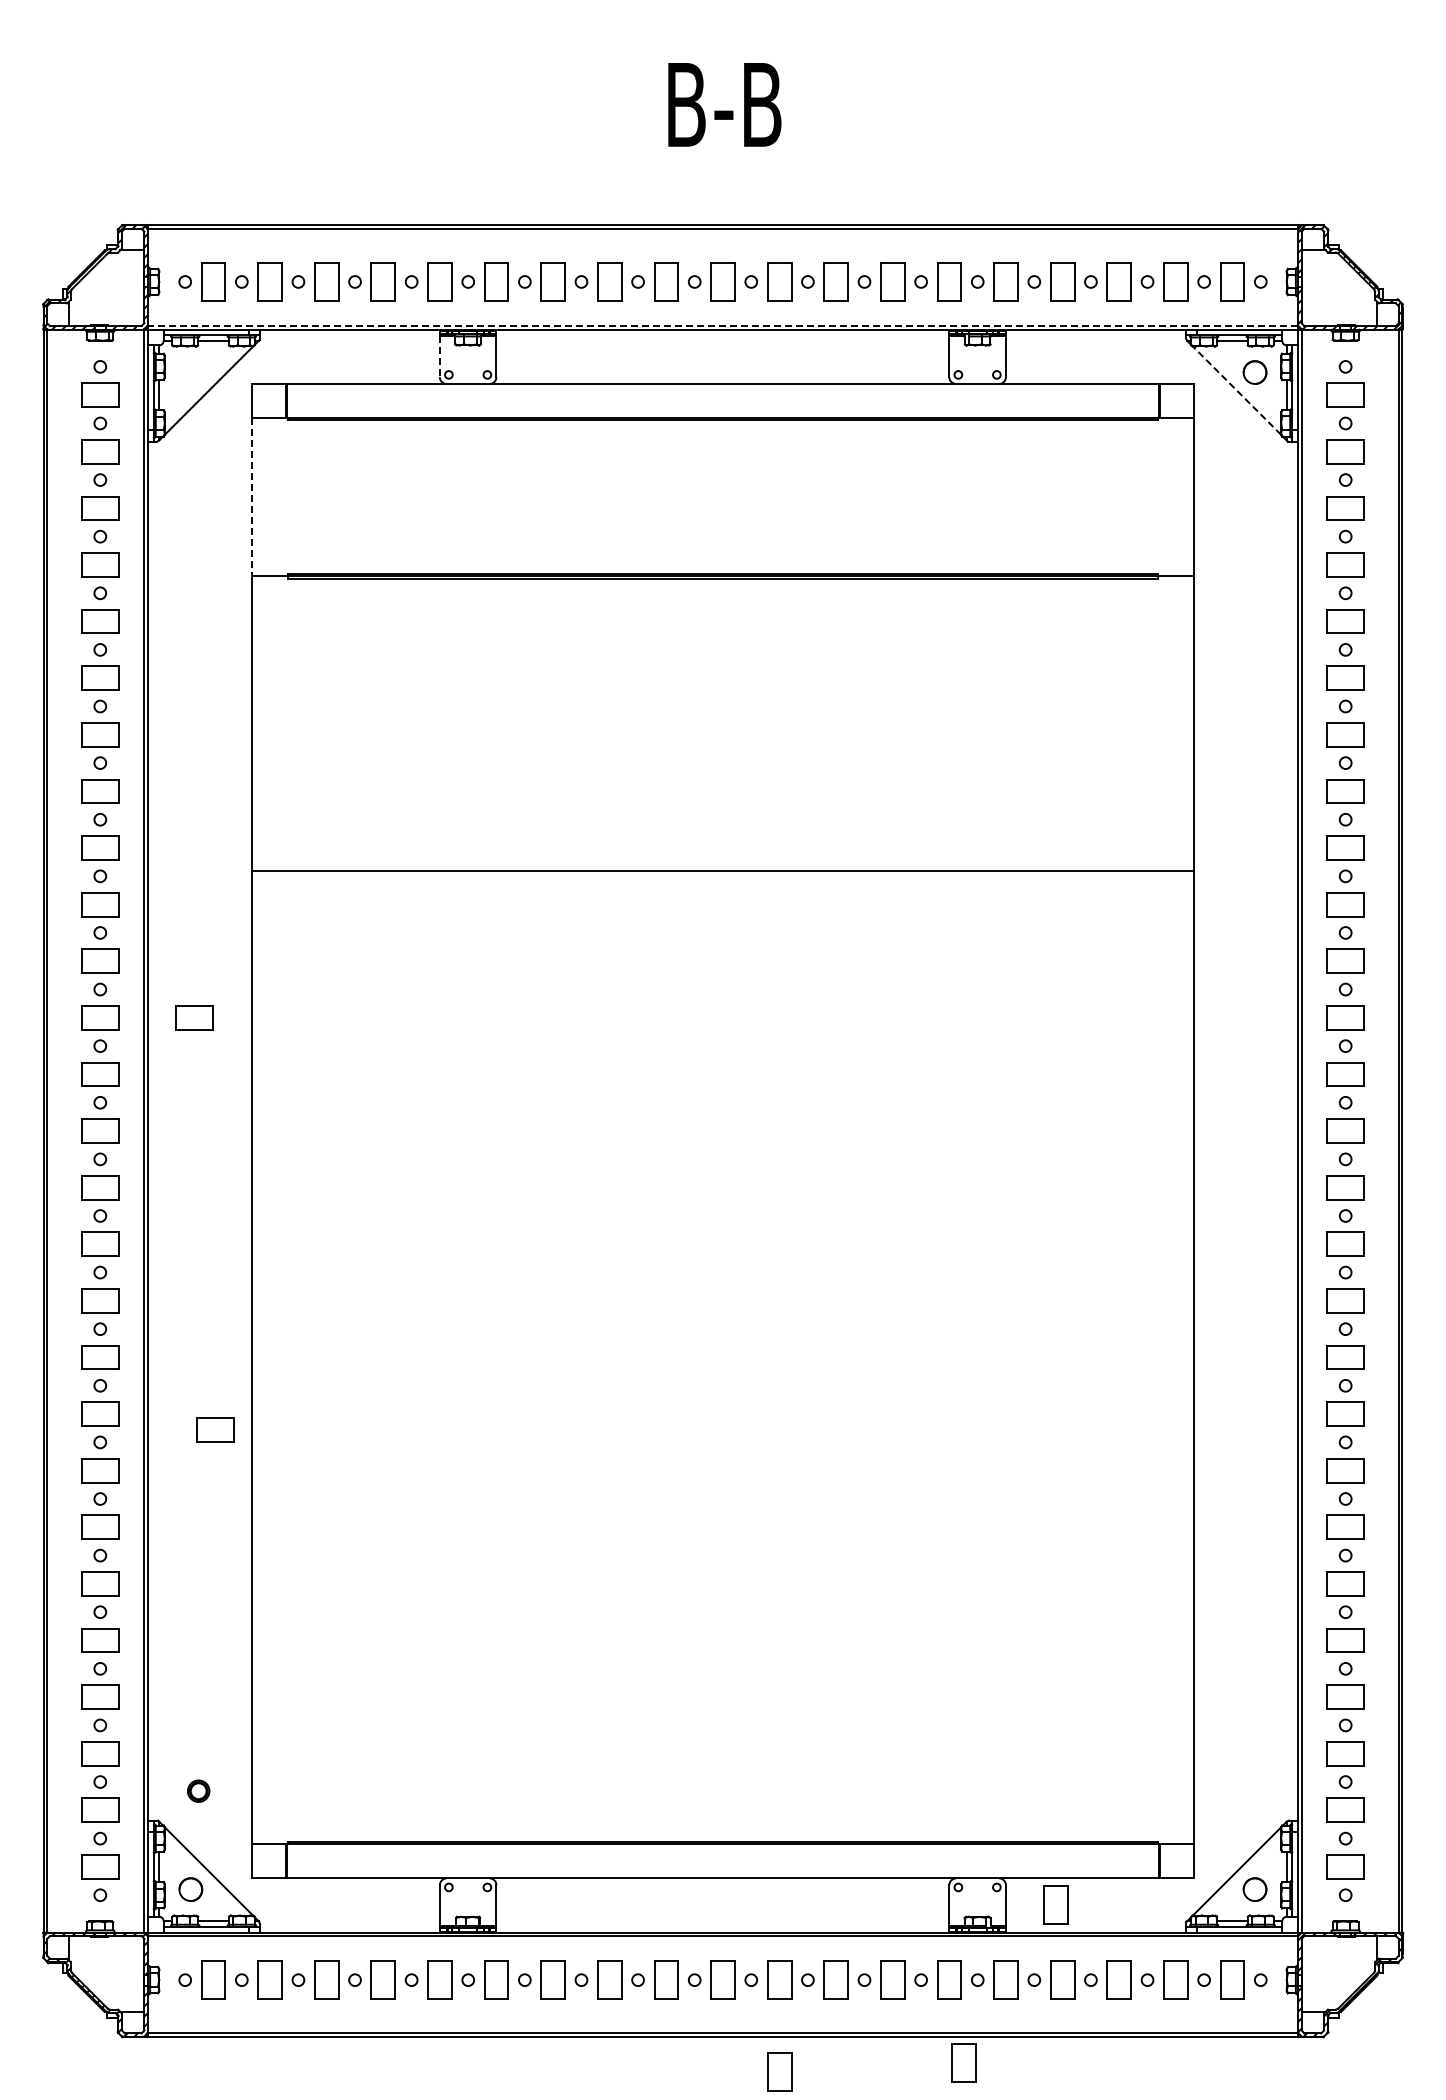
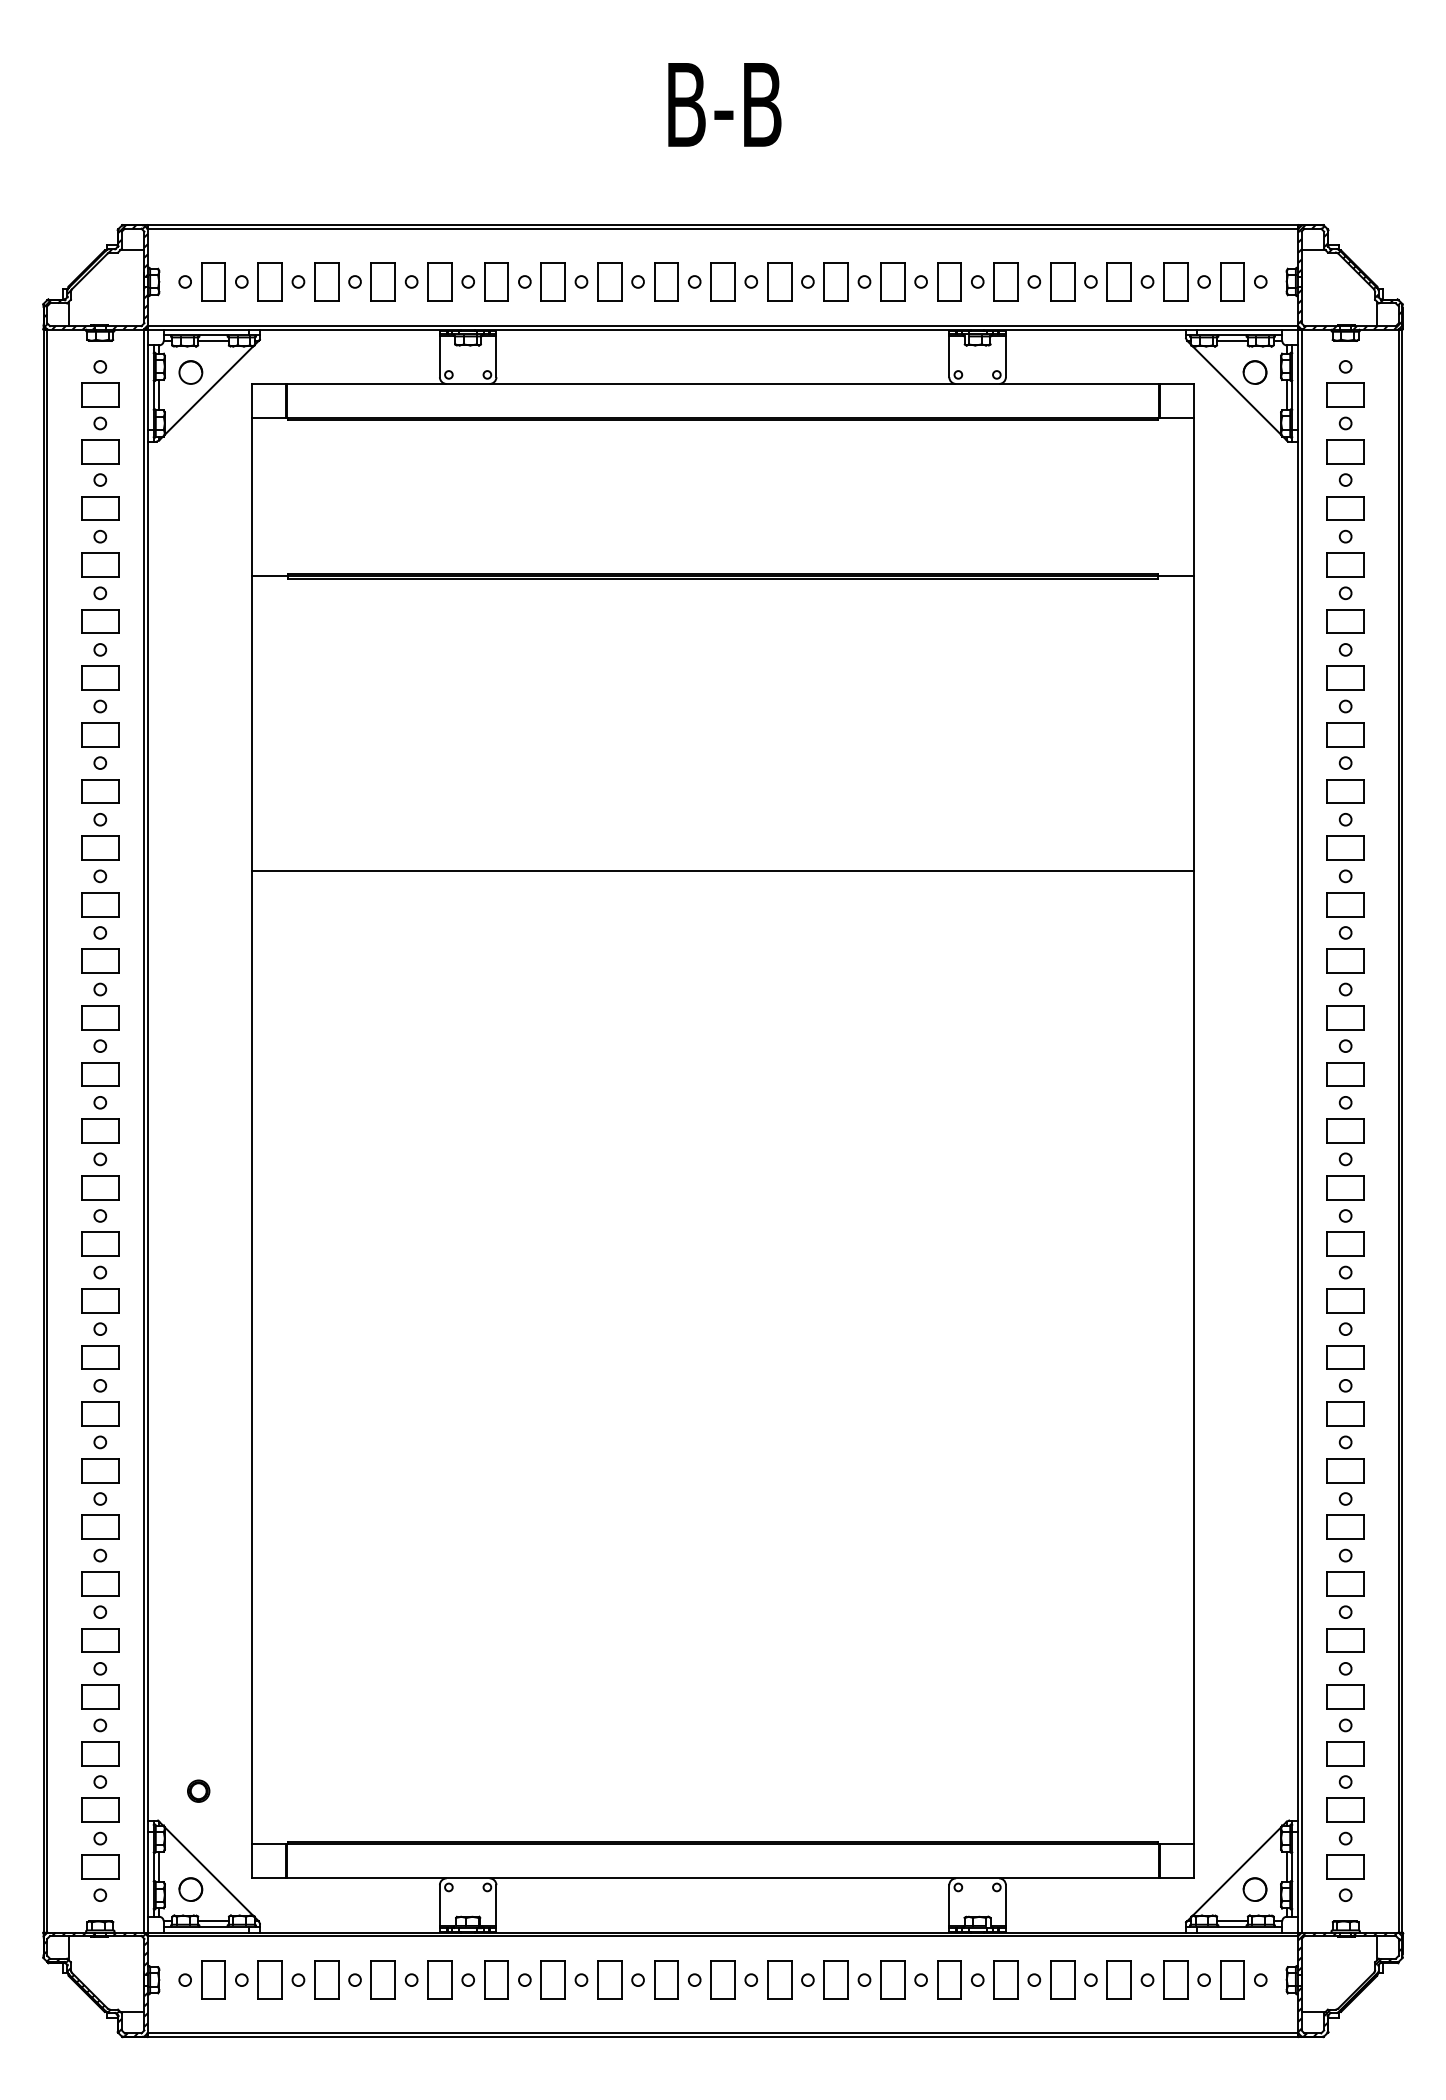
line at (722, 325): dashed -> solid
line at (439, 356): dashed -> solid
part at (190, 372): none -> present
line at (1236, 390): dashed -> solid
line at (251, 497): dashed -> solid
part at (194, 1017): present -> none
part at (215, 1429): present -> none
part at (1055, 1904): present -> none
part at (963, 2062): present -> none
part at (779, 2071): present -> none
